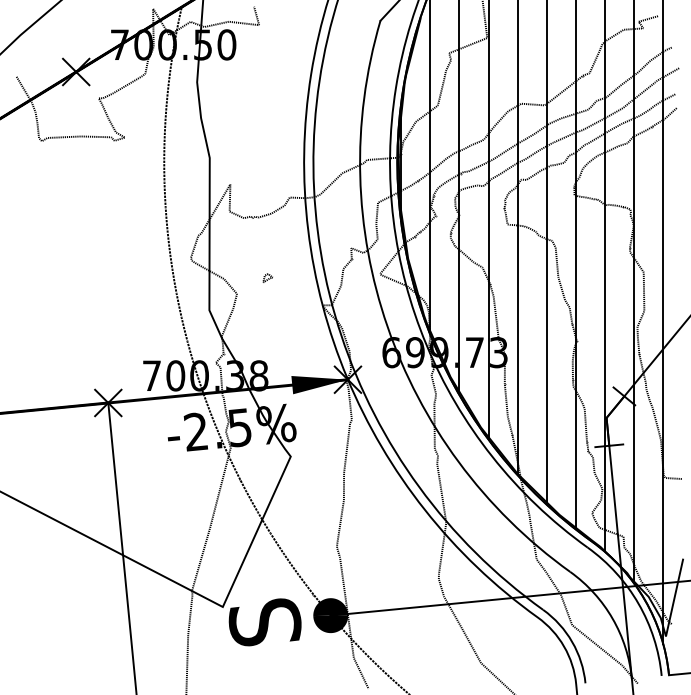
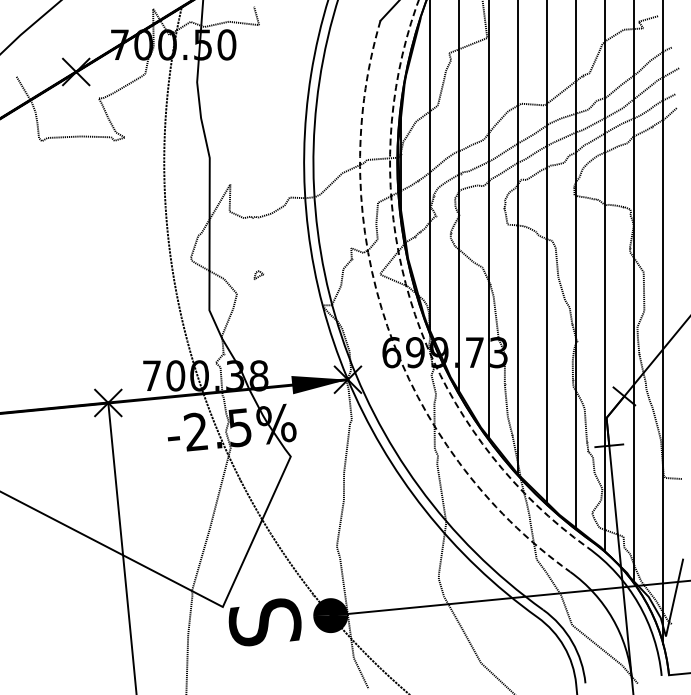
part at (267, 277) position: (267, 277) -> (258, 274)
arc at (411, 302): solid -> dashed
arc at (387, 326): solid -> dashed
